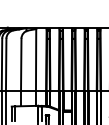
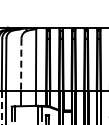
line at (21, 65): solid -> dashed
line at (1, 108): solid -> dashed
